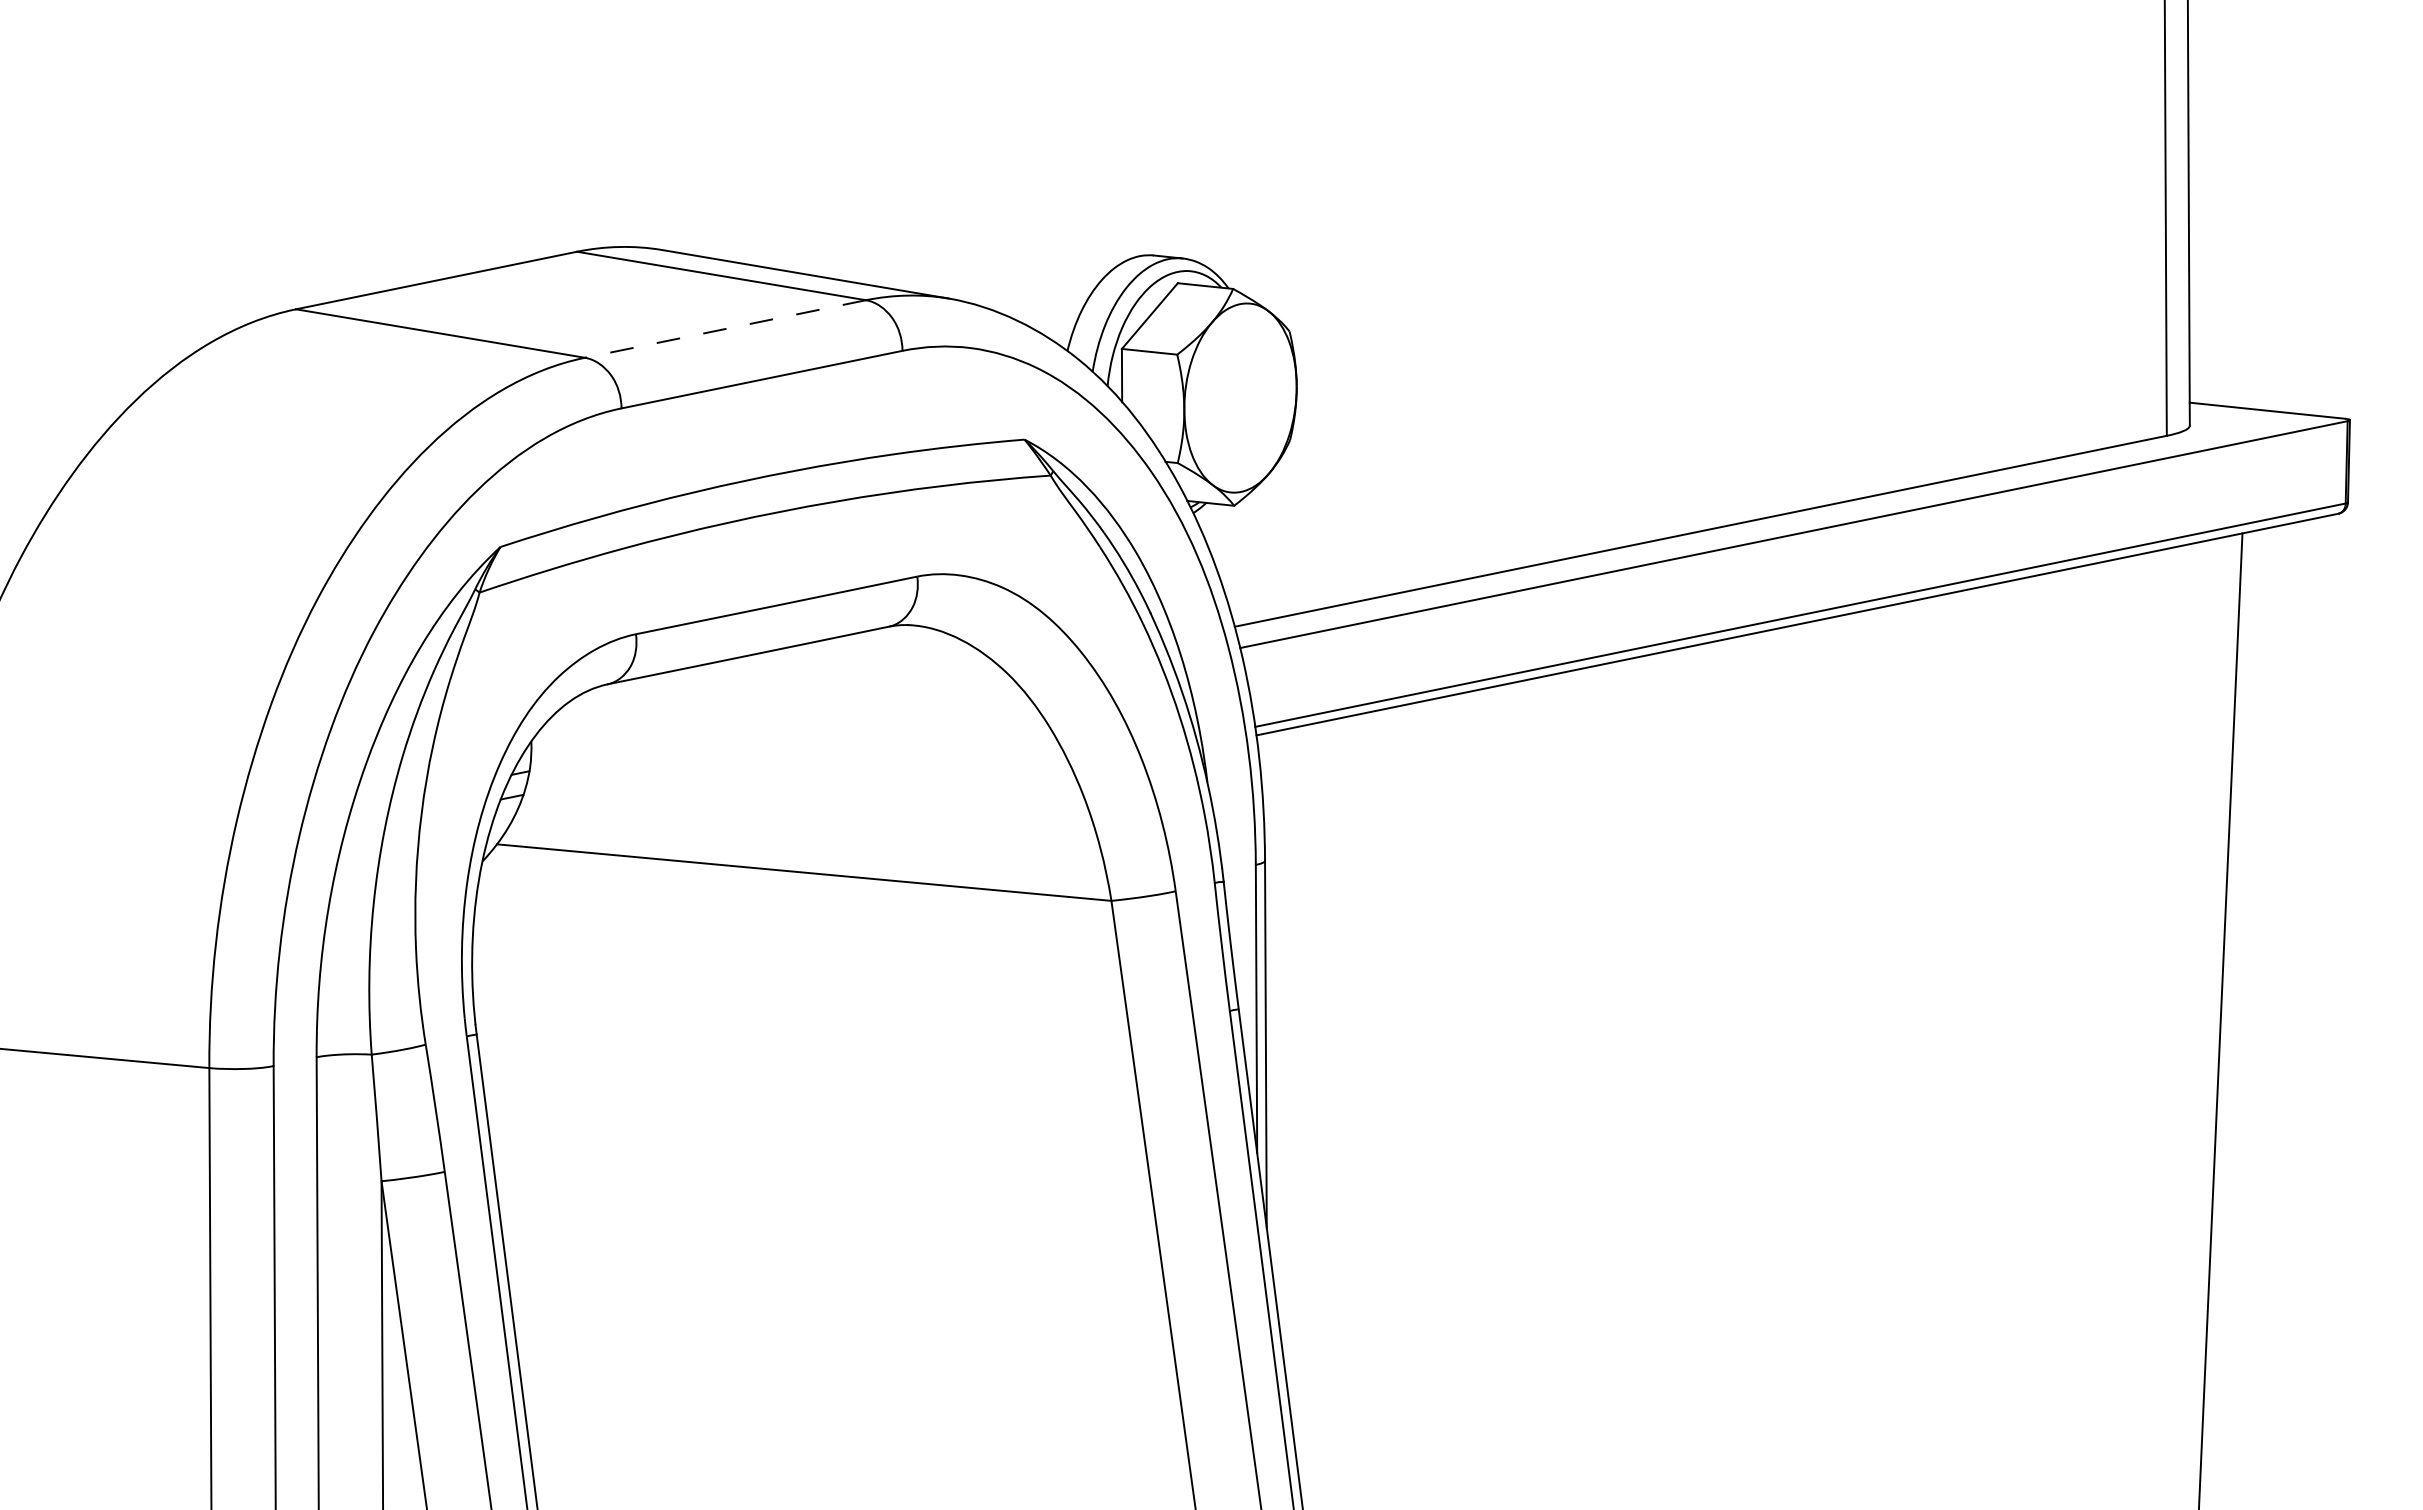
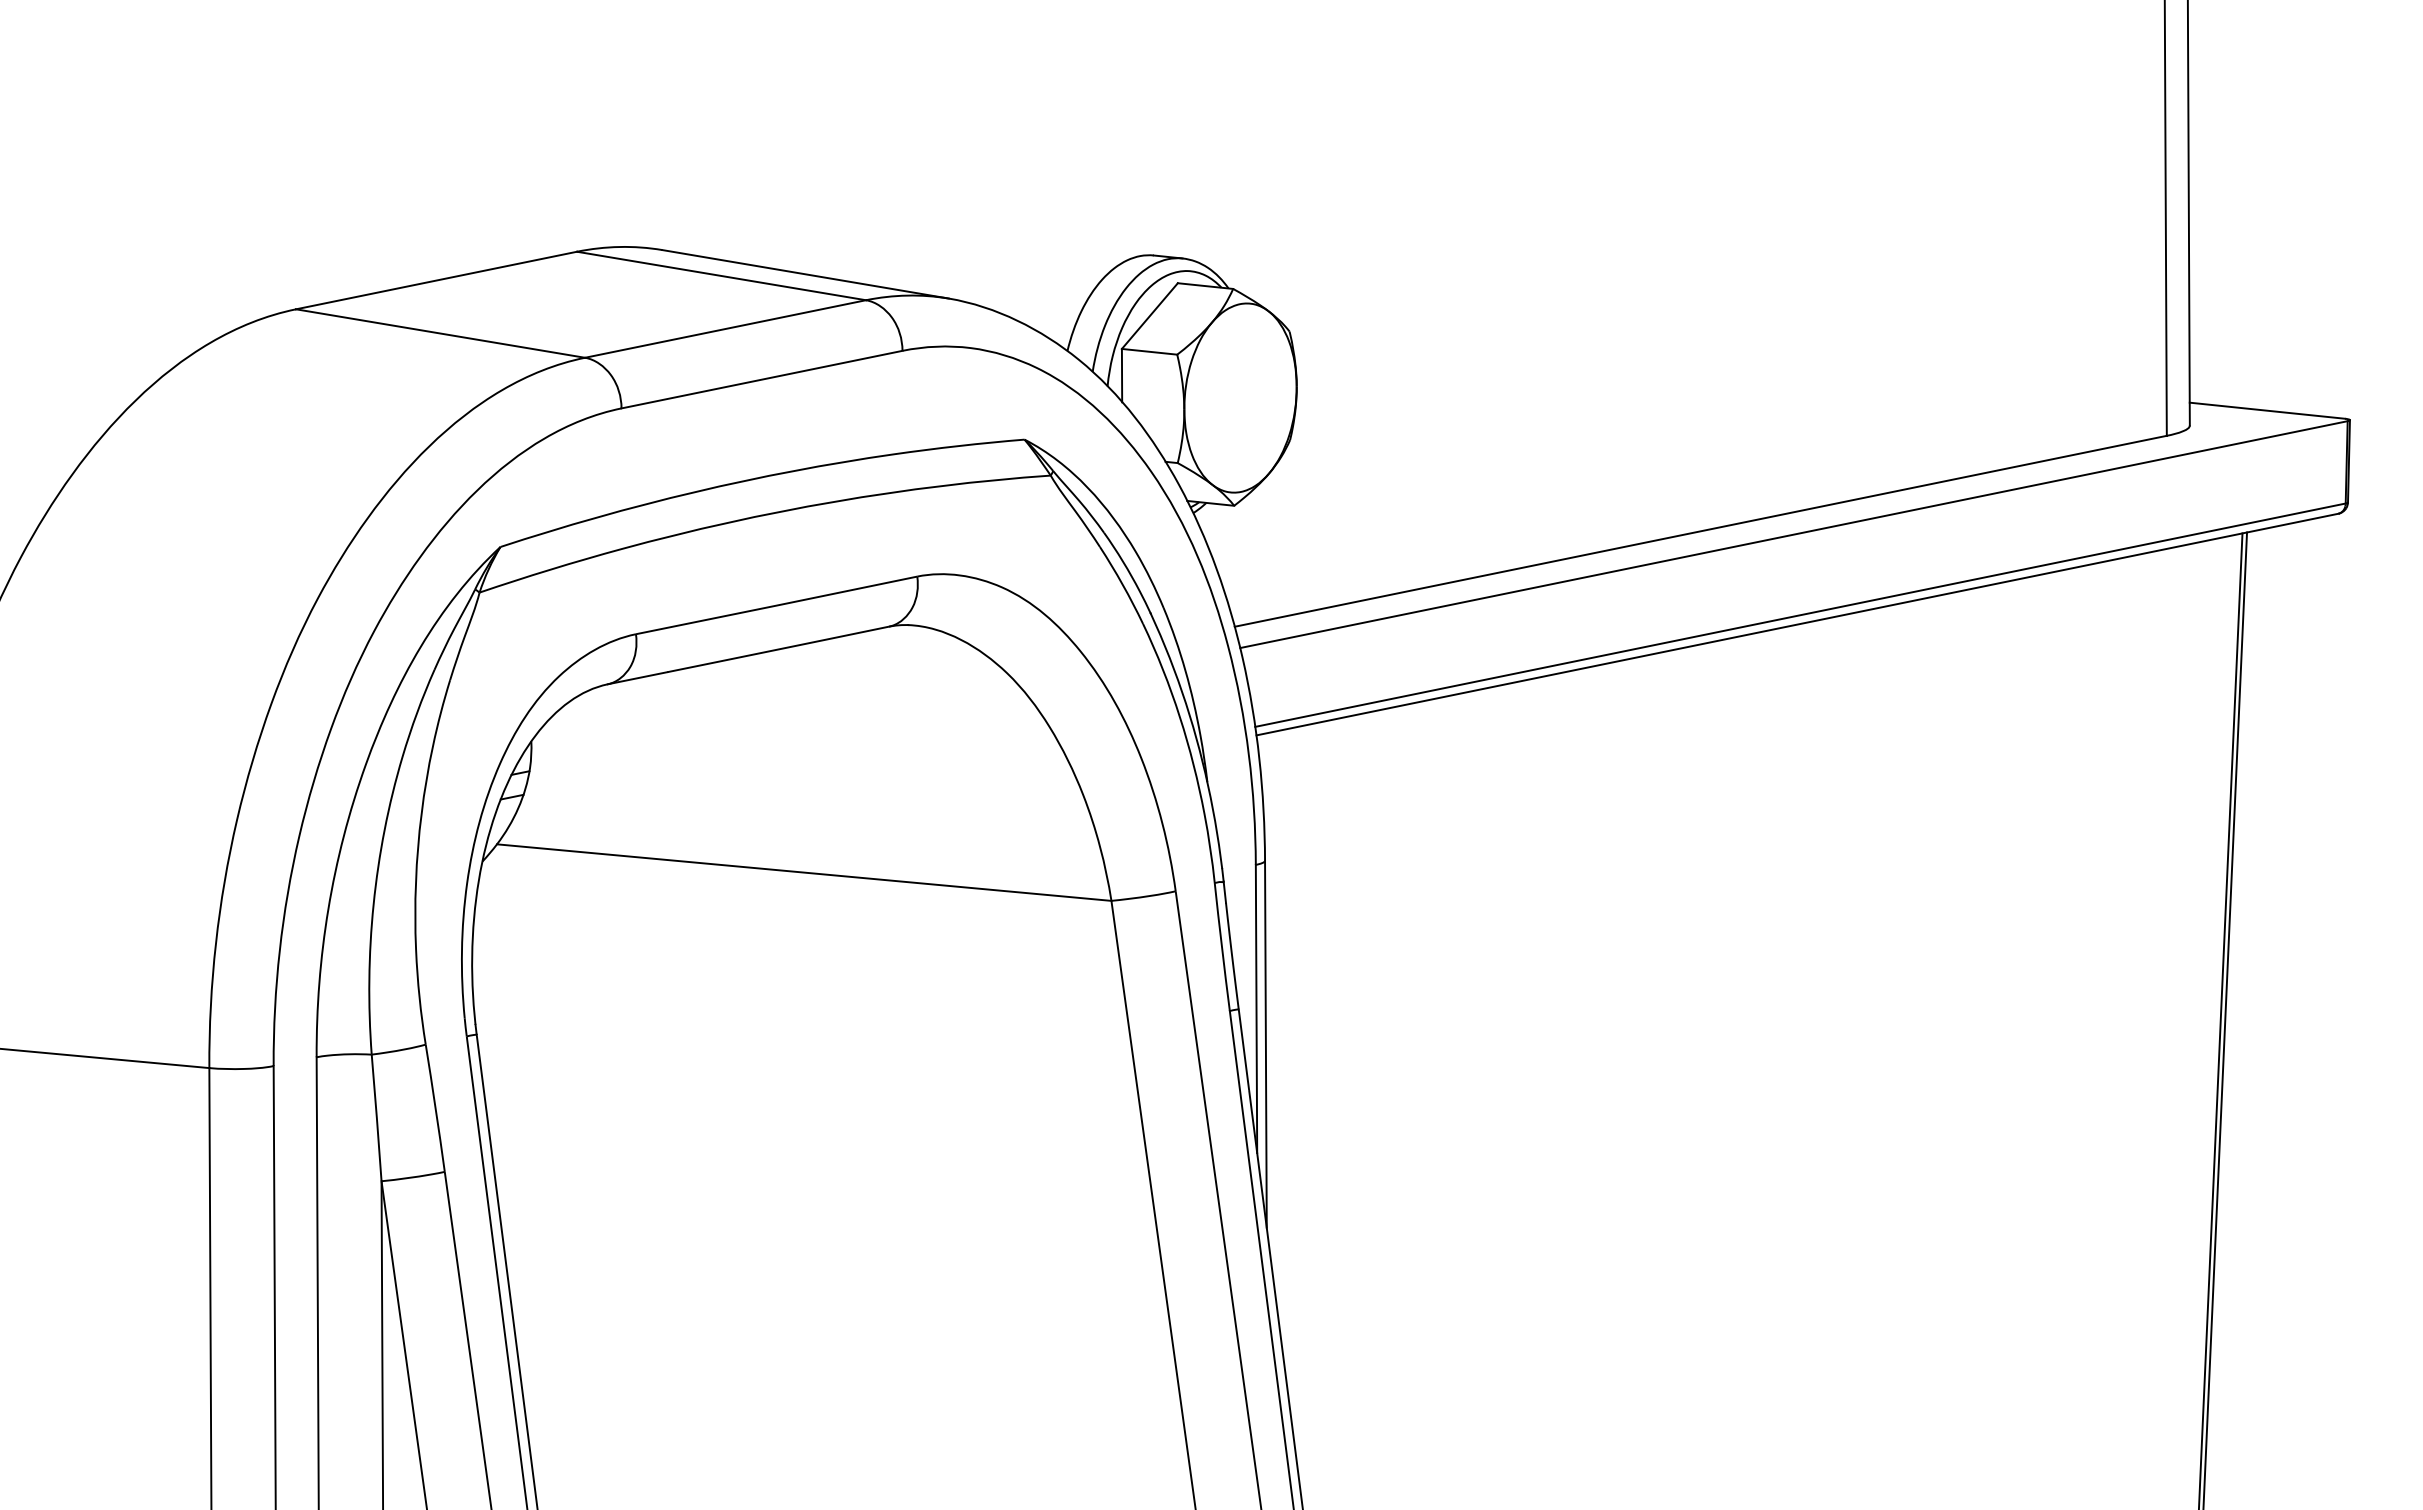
line at (725, 329): dashed -> solid
line at (2225, 1019): none -> present
